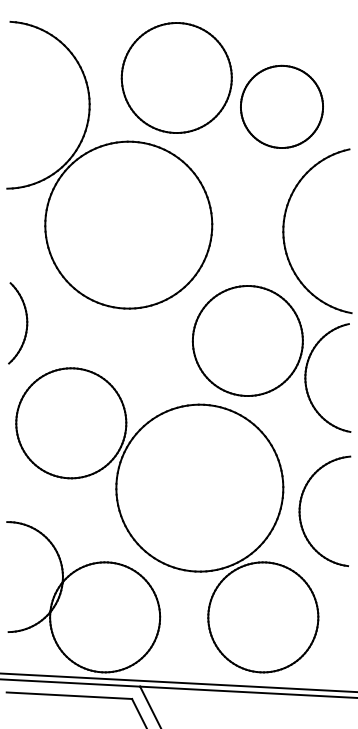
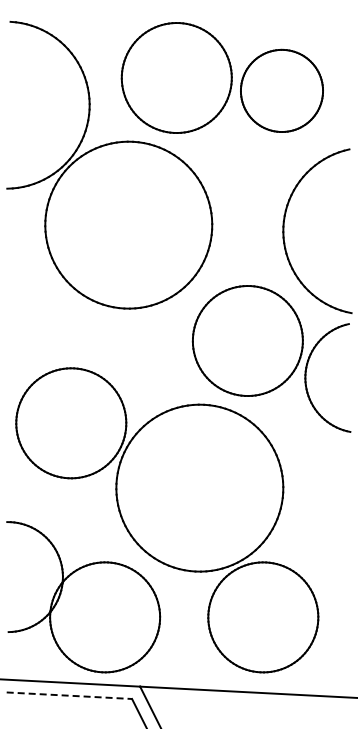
part at (281, 106) position: (281, 106) -> (281, 90)
part at (26, 323): present -> none
part at (300, 511): present -> none
line at (178, 682): present -> none
line at (69, 695): solid -> dashed
